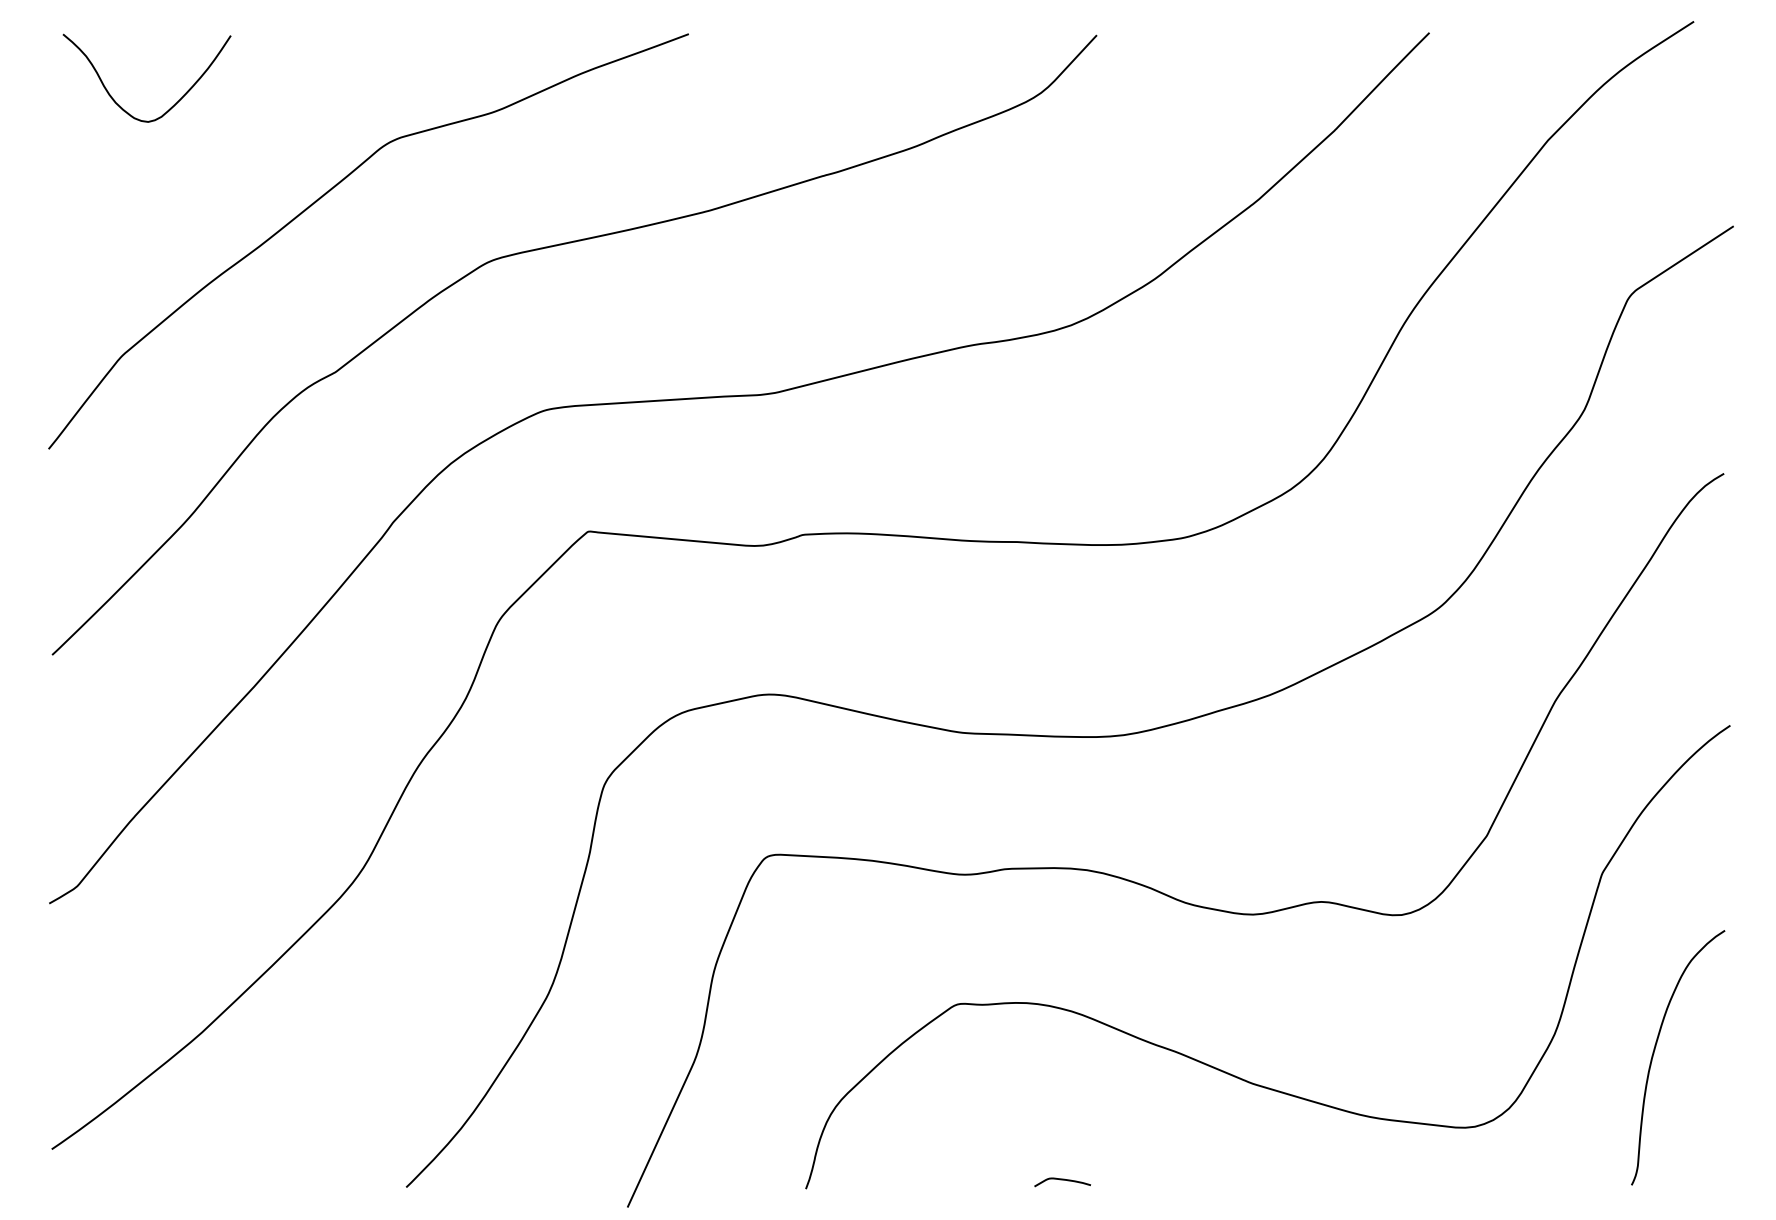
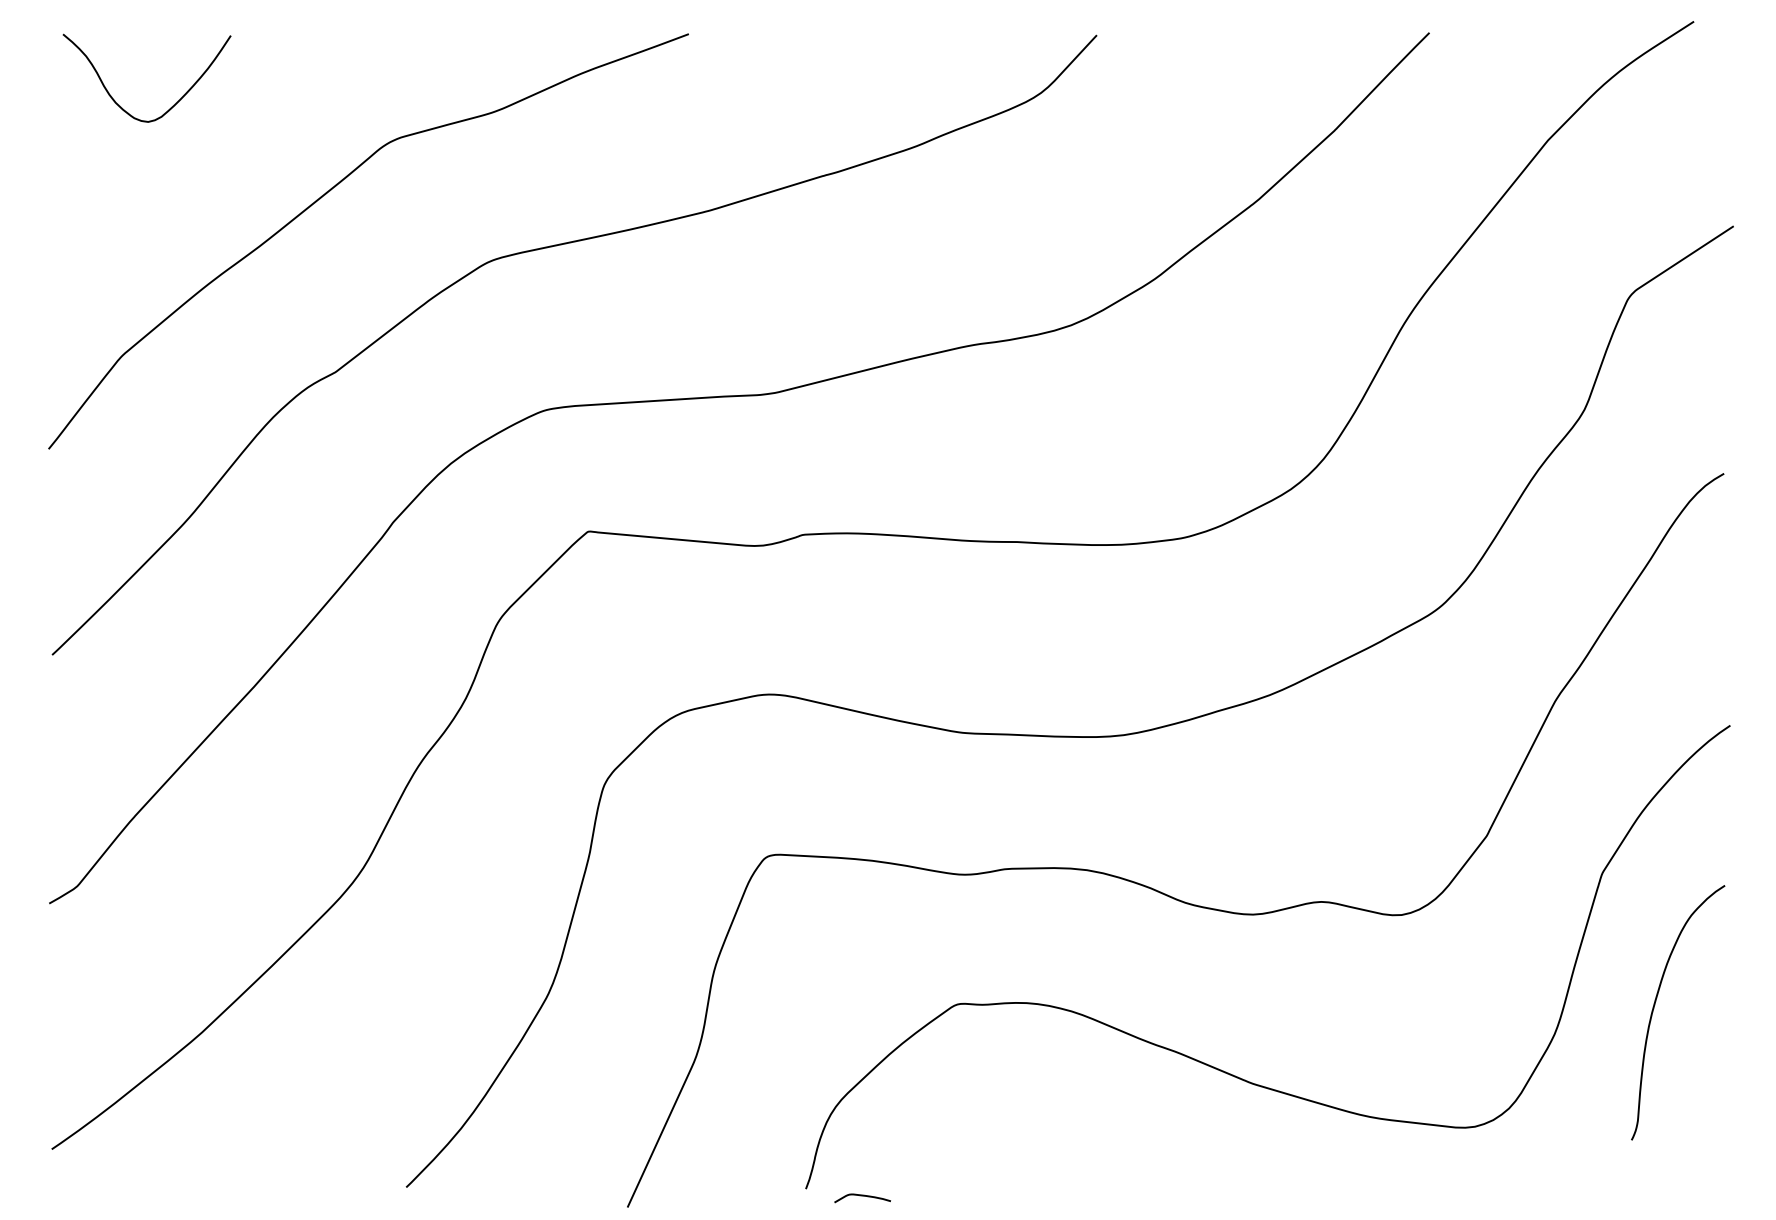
curve at (1655, 1050) position: (1655, 1050) -> (1655, 1005)
curve at (1062, 1180) position: (1062, 1180) -> (862, 1196)
